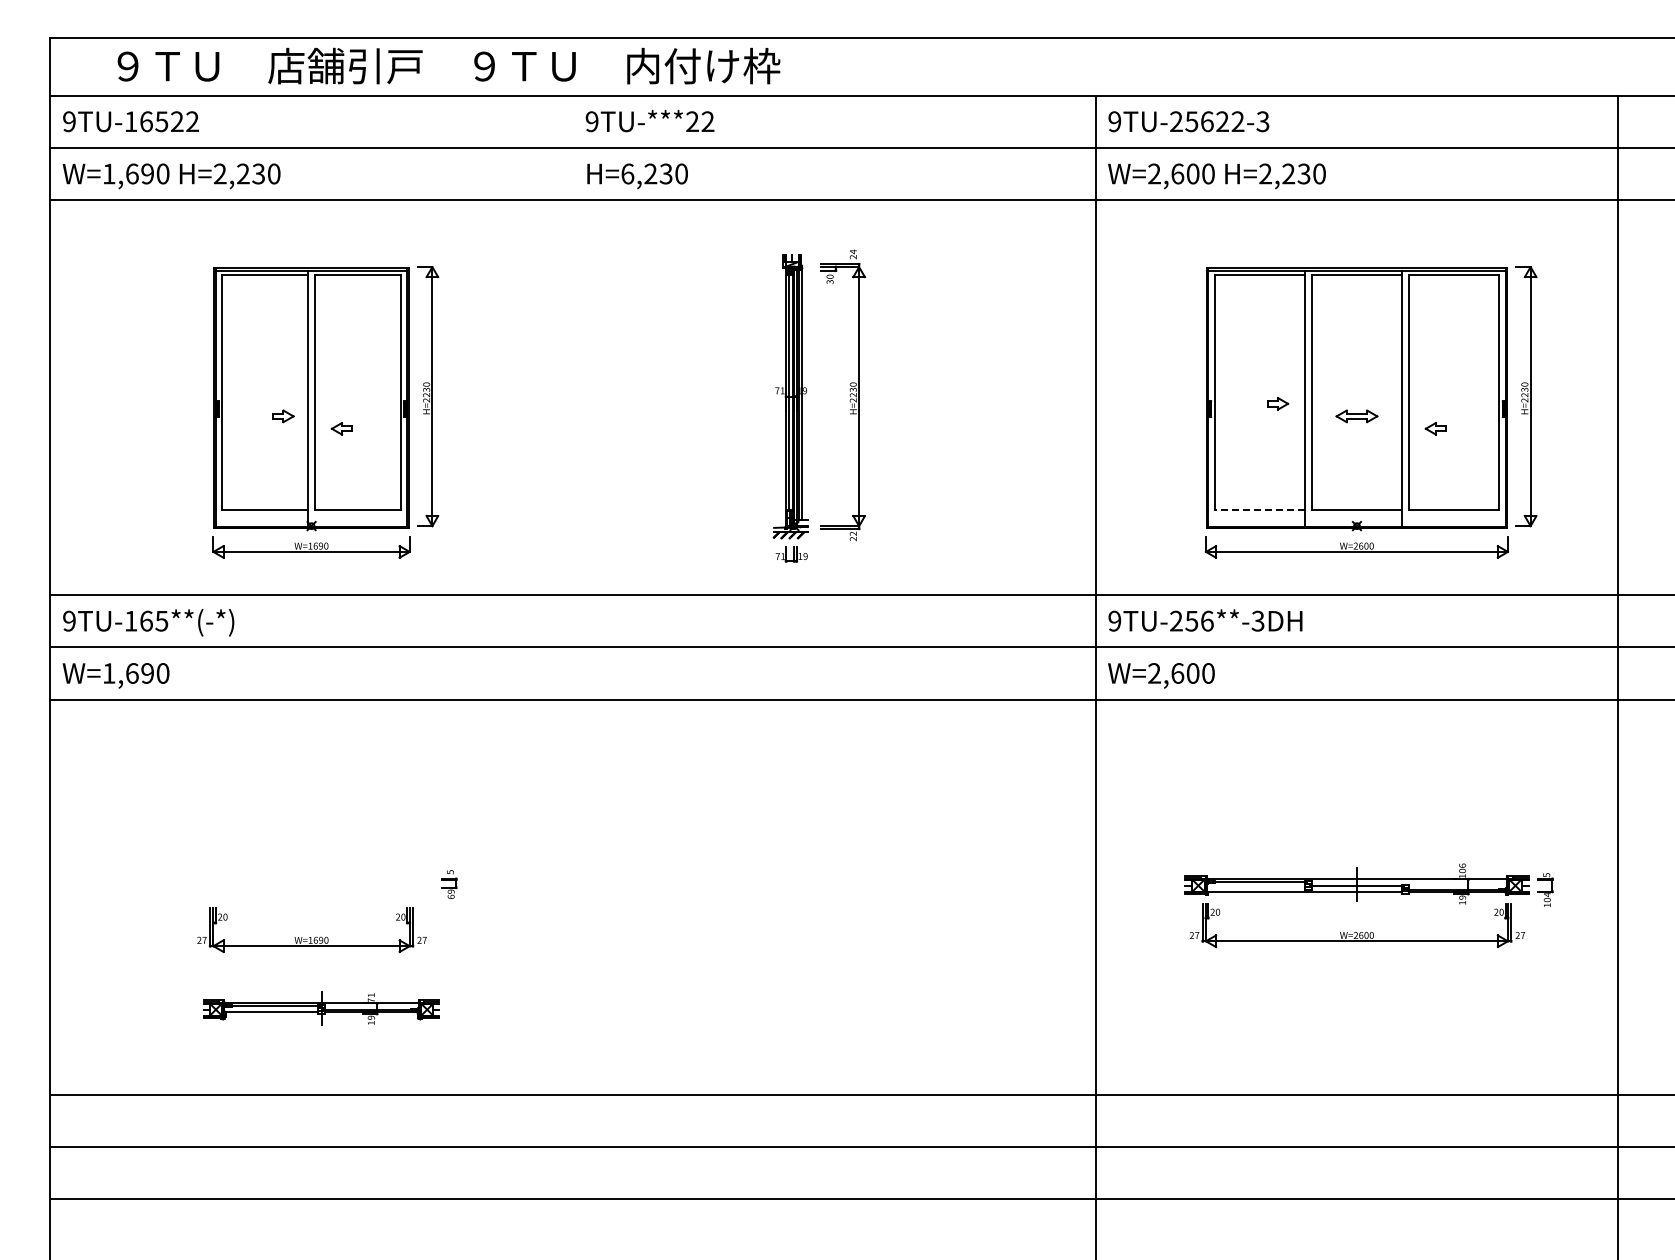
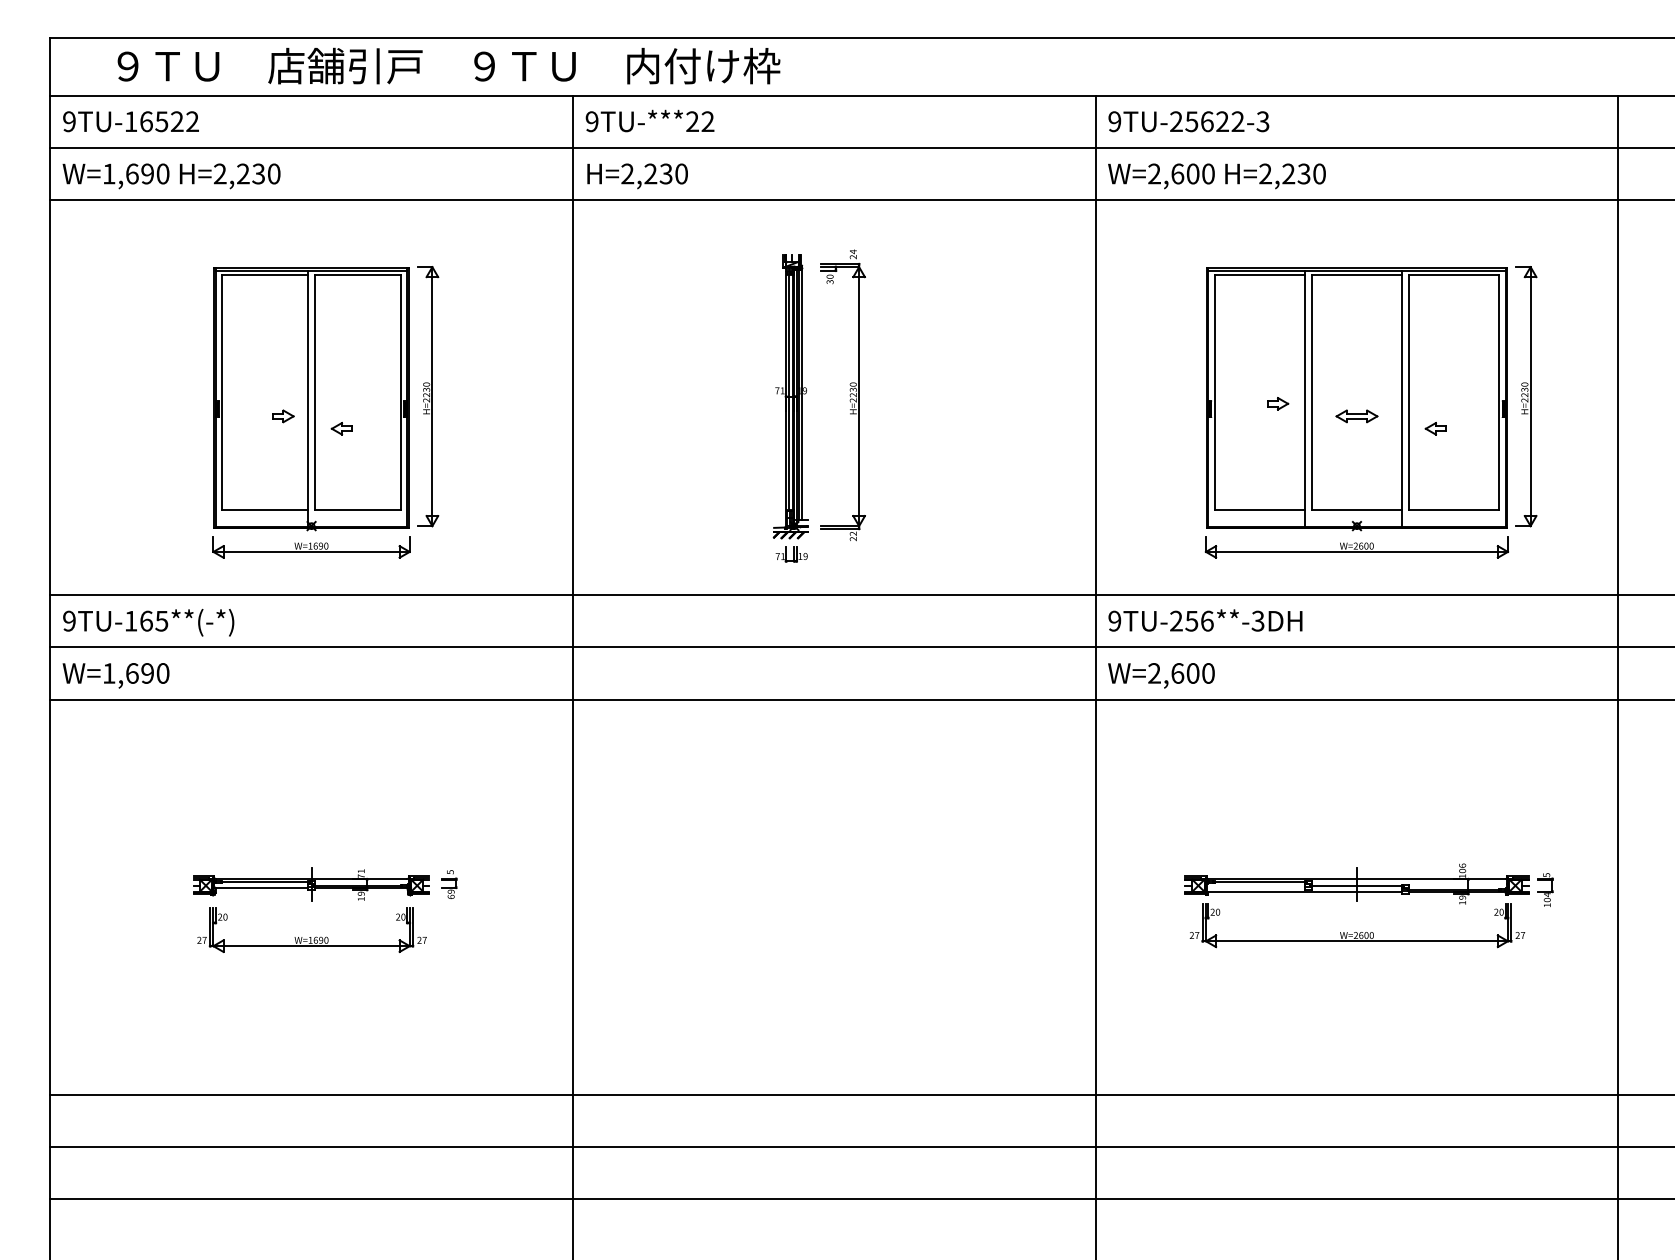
text at (627, 173): H=6,230 -> H=2,230
line at (1259, 510): dashed -> solid
line at (572, 675): none -> present
part at (321, 1008) position: (321, 1008) -> (311, 884)
